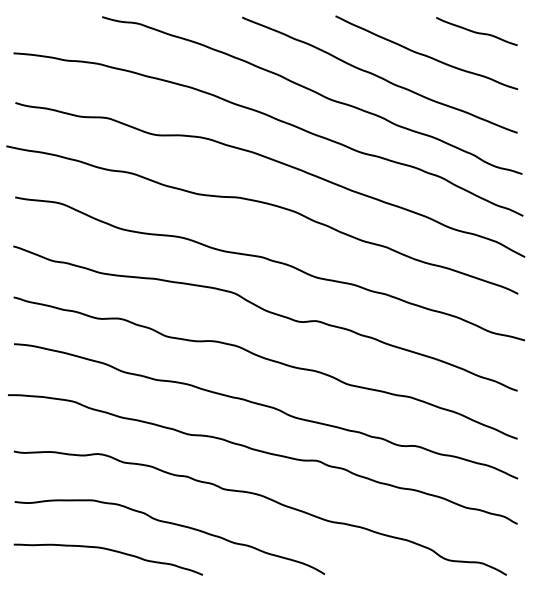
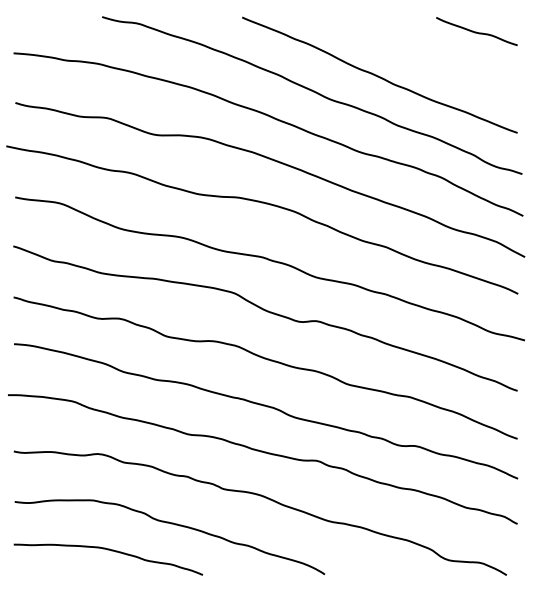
curve at (425, 54): present -> none
